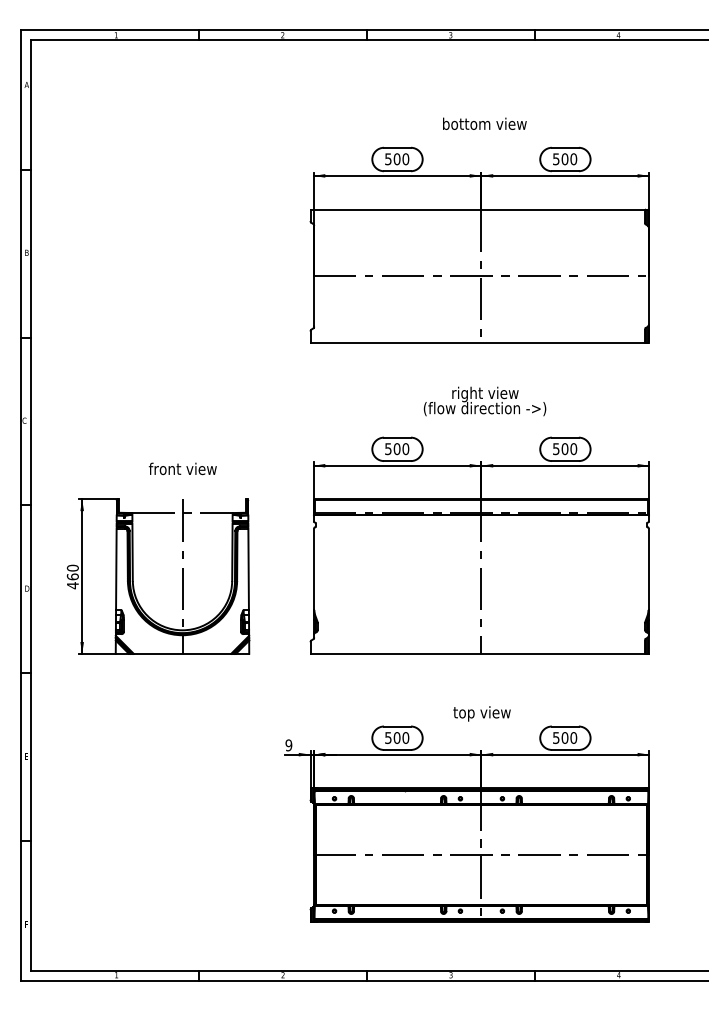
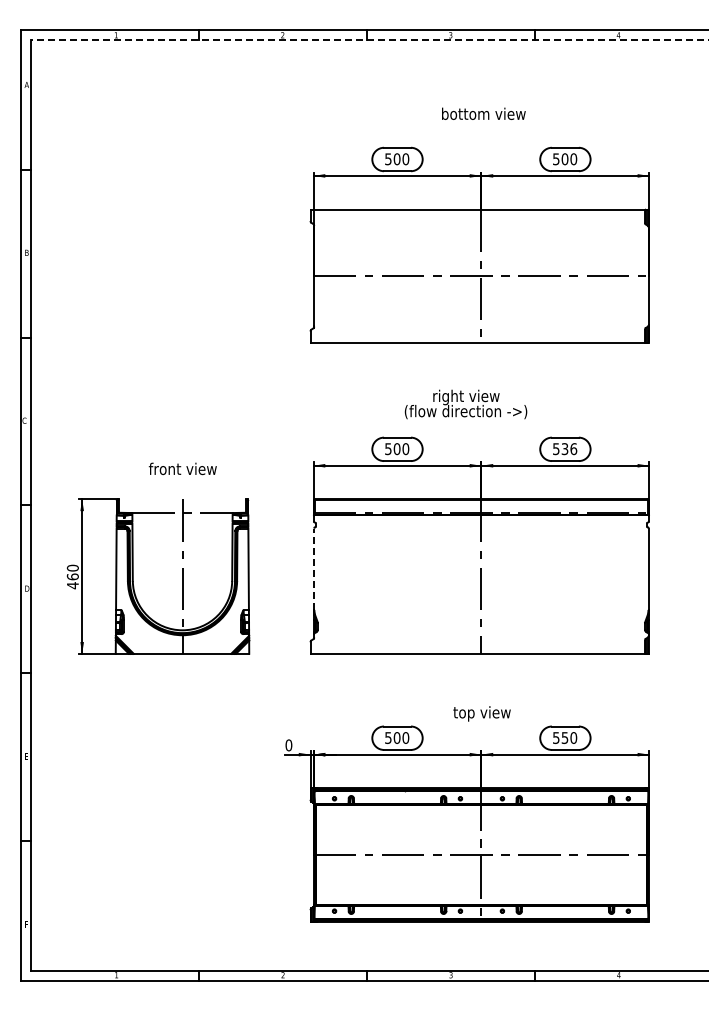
line at (369, 40): solid -> dashed
text at (484, 123) position: (484, 123) -> (483, 113)
text at (484, 401) position: (484, 401) -> (465, 404)
text at (569, 449): 500 -> 536
line at (314, 569): solid -> dashed
text at (564, 737): 500 -> 550
text at (288, 745): 9 -> 0
